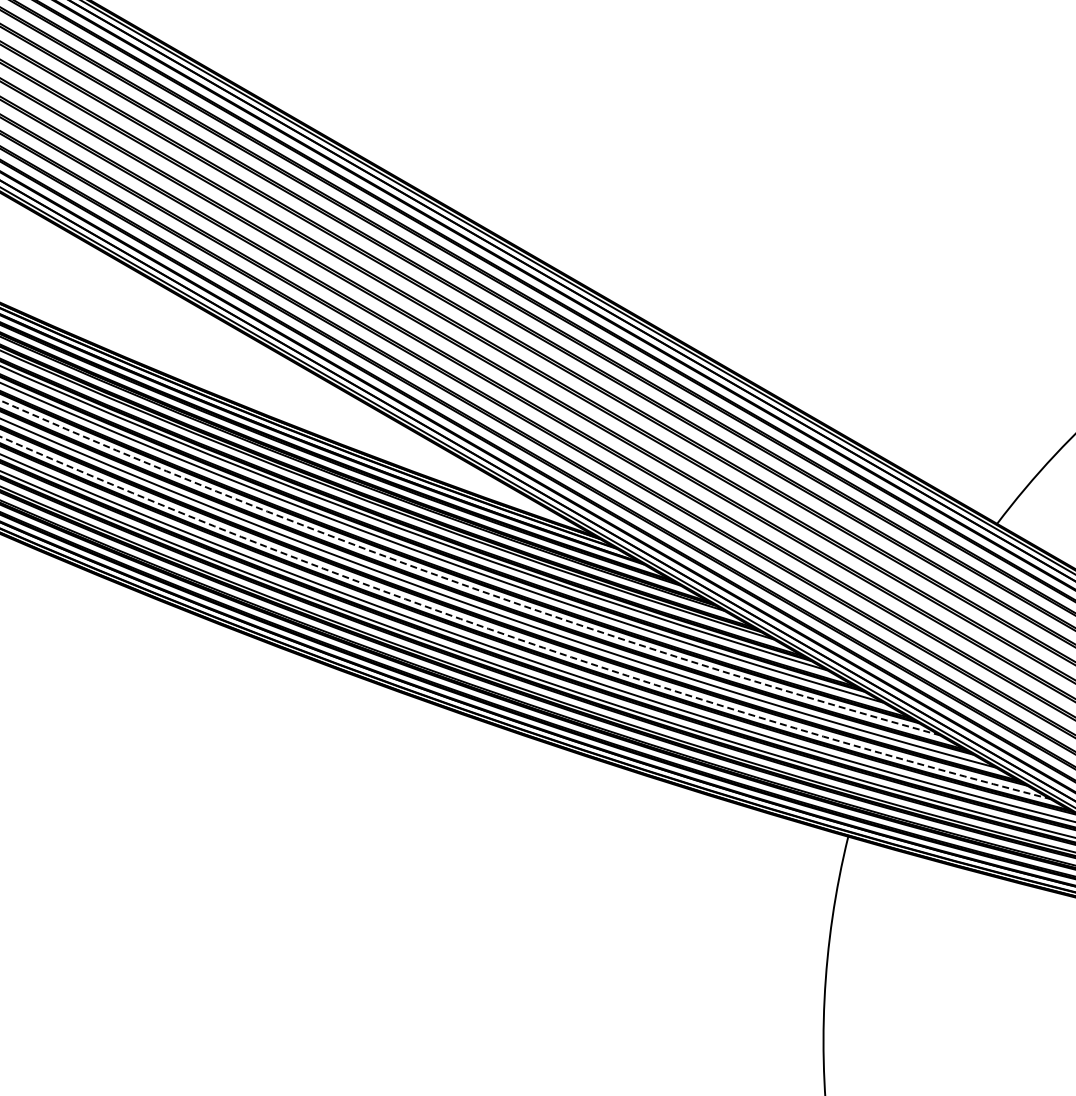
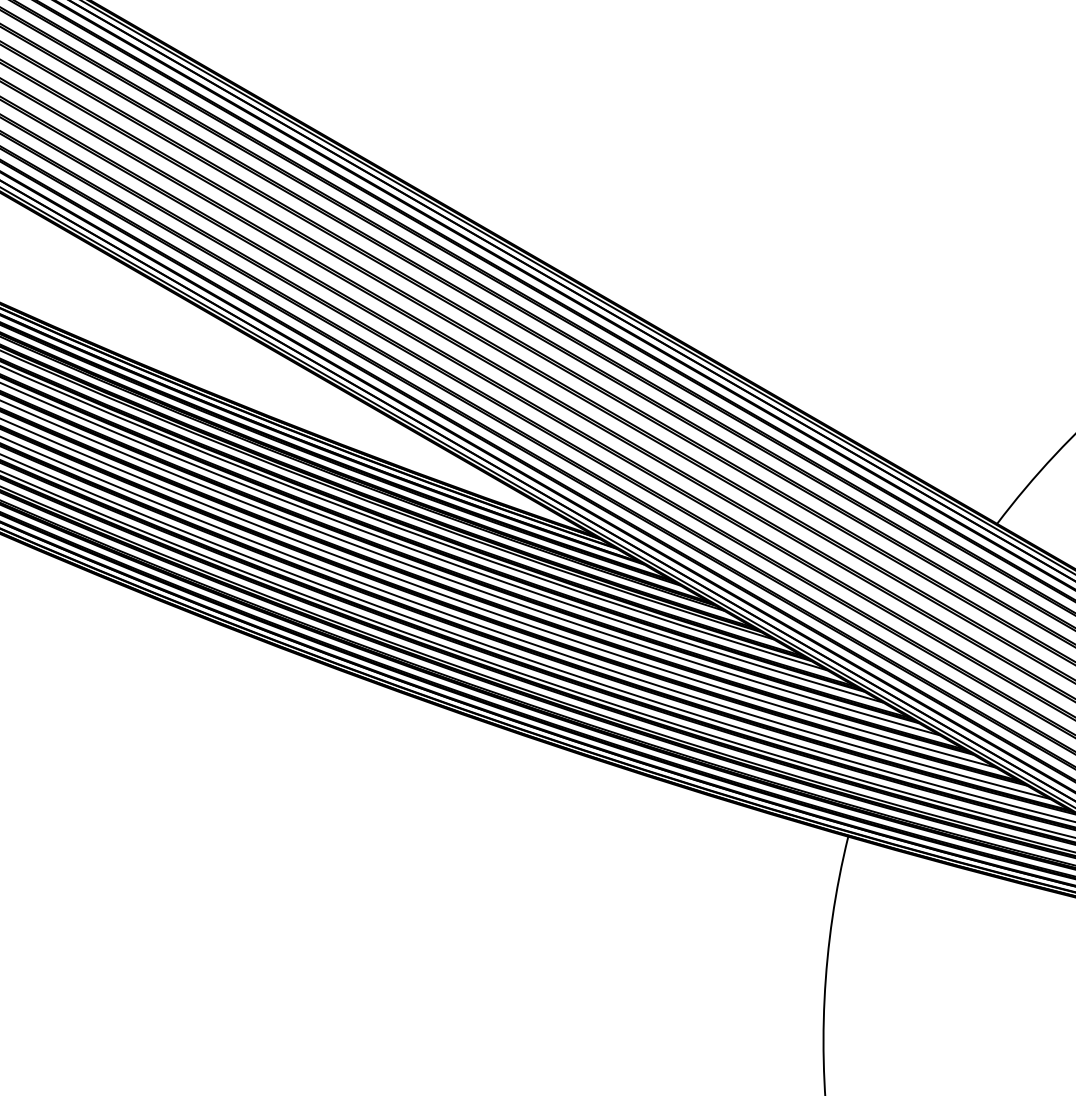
arc at (465, 585): dashed -> solid
arc at (517, 638): dashed -> solid
